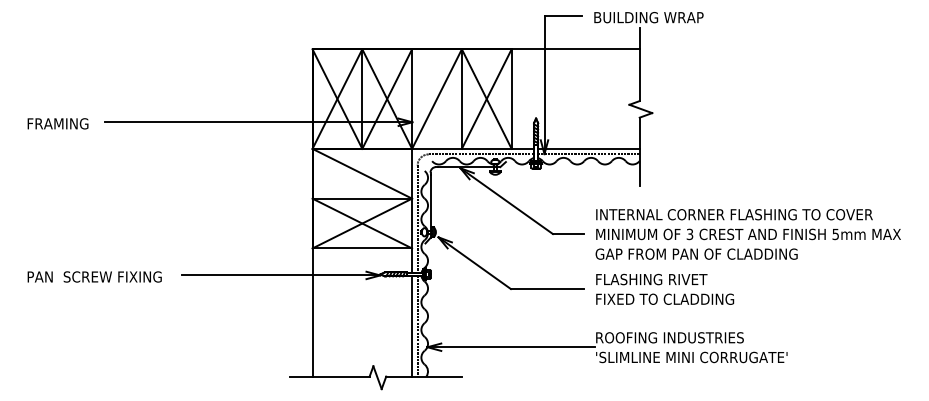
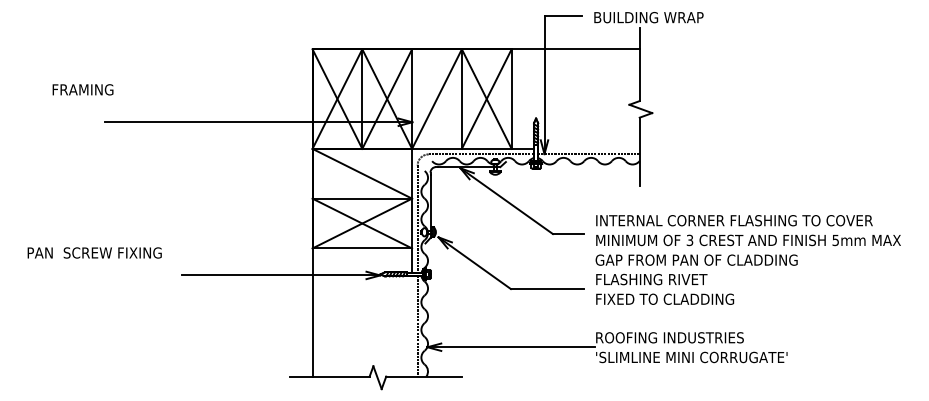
text at (57, 123) position: (57, 123) -> (82, 89)
line at (588, 148): present -> none
text at (747, 234) position: (747, 234) -> (747, 240)
text at (94, 276) position: (94, 276) -> (94, 252)
line at (412, 326): present -> none
